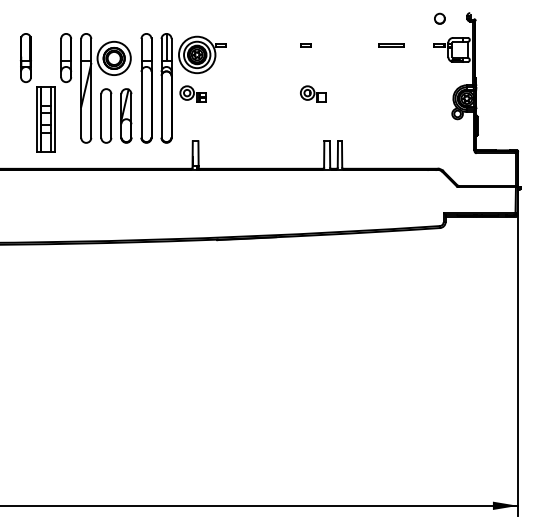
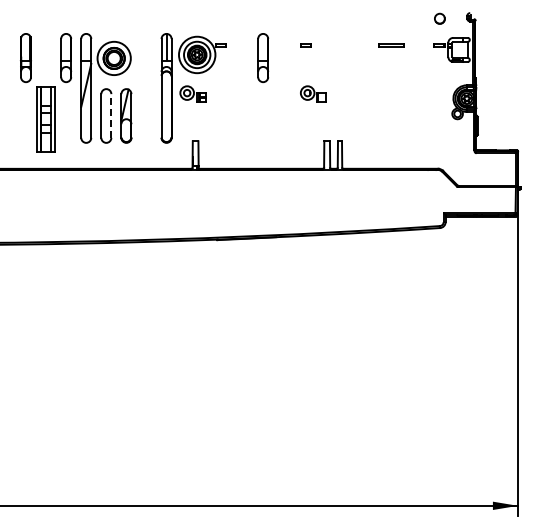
part at (263, 57): none -> present
part at (146, 88): present -> none
line at (111, 116): solid -> dashed
